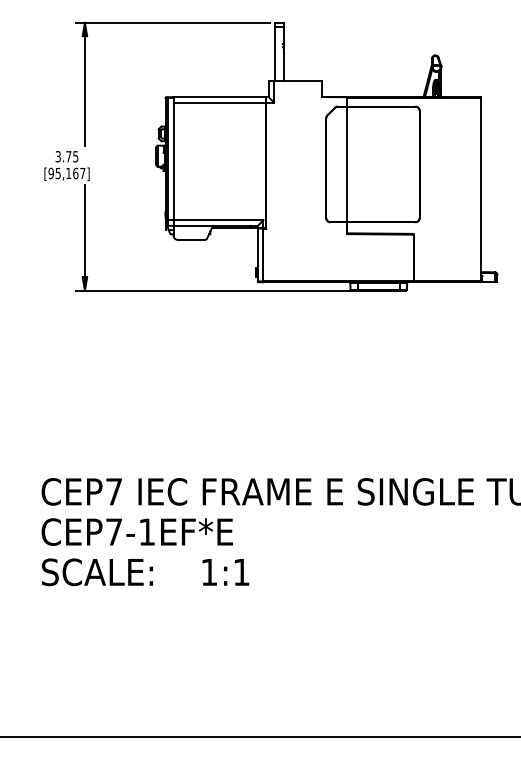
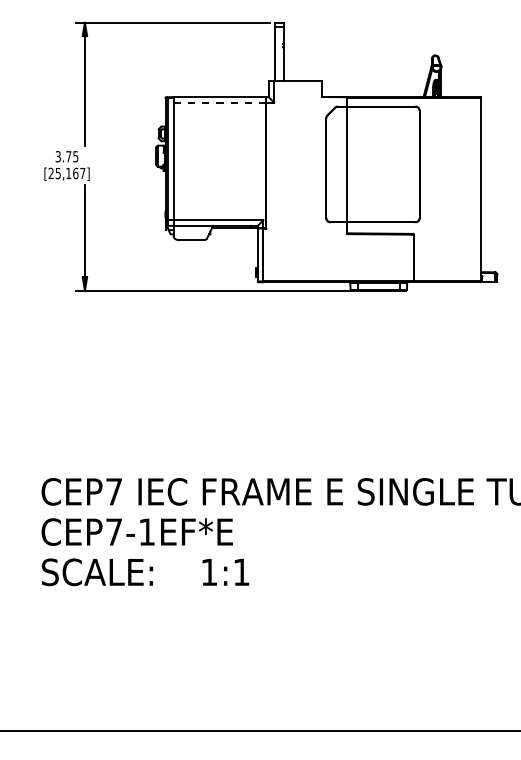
line at (220, 102): solid -> dashed
text at (50, 173): [95,167] -> [25,167]
line at (259, 737) position: (259, 737) -> (259, 731)
